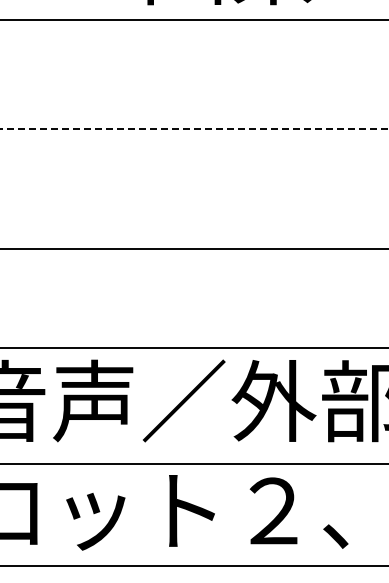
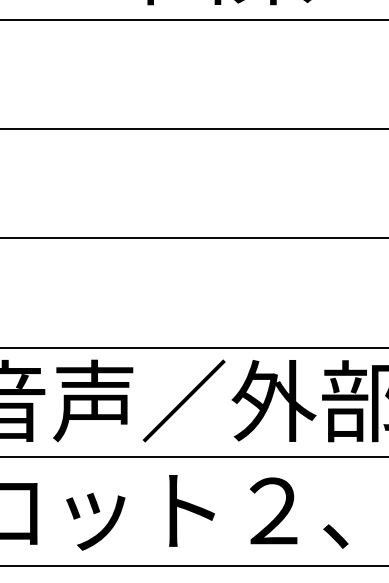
line at (194, 129): dashed -> solid
line at (193, 249) position: (193, 249) -> (193, 238)
line at (193, 463) position: (193, 463) -> (193, 456)
